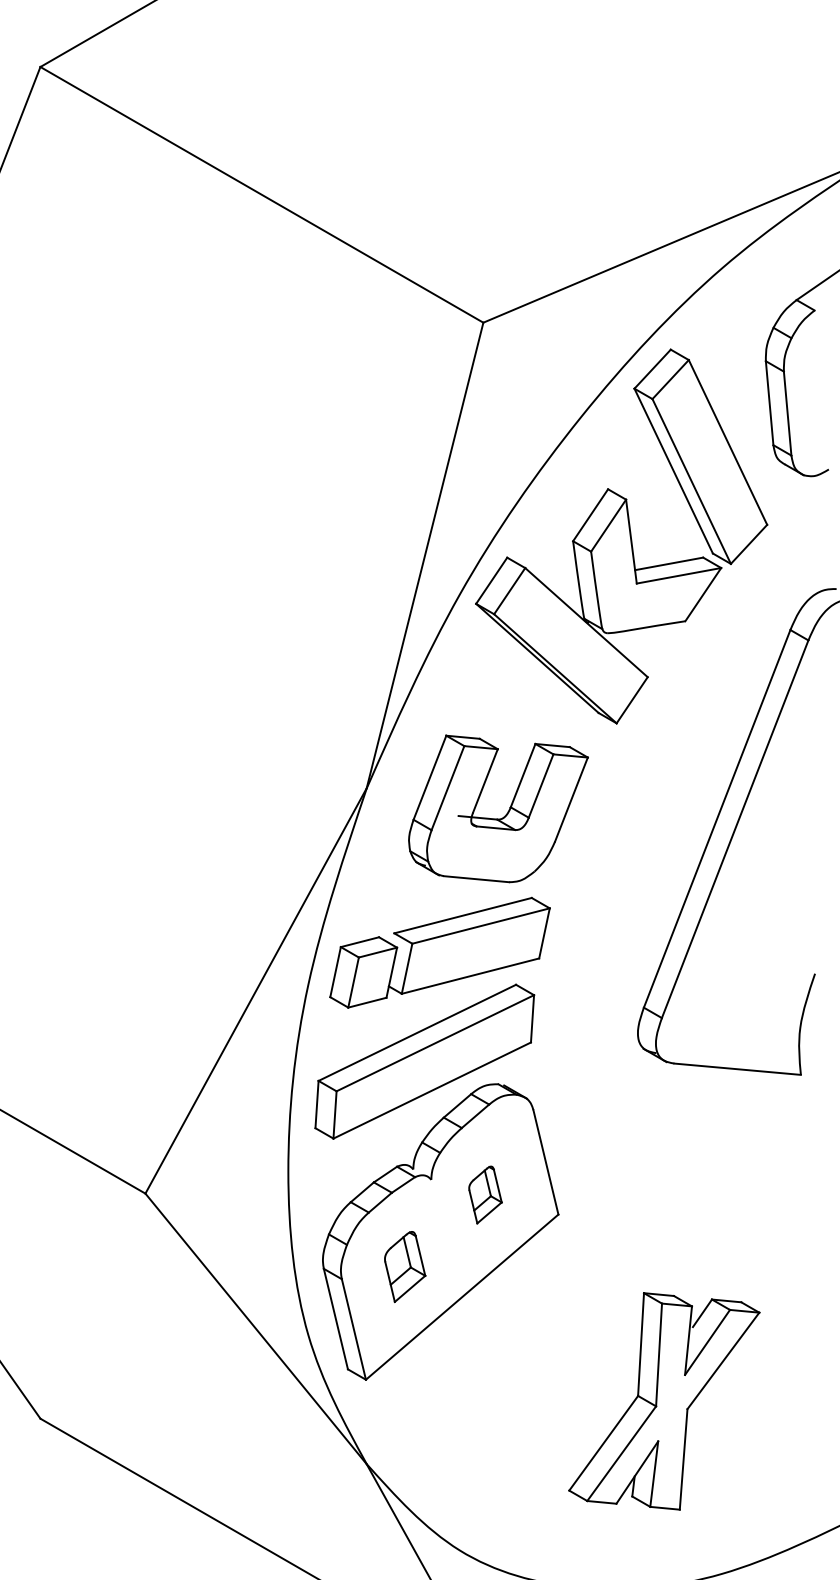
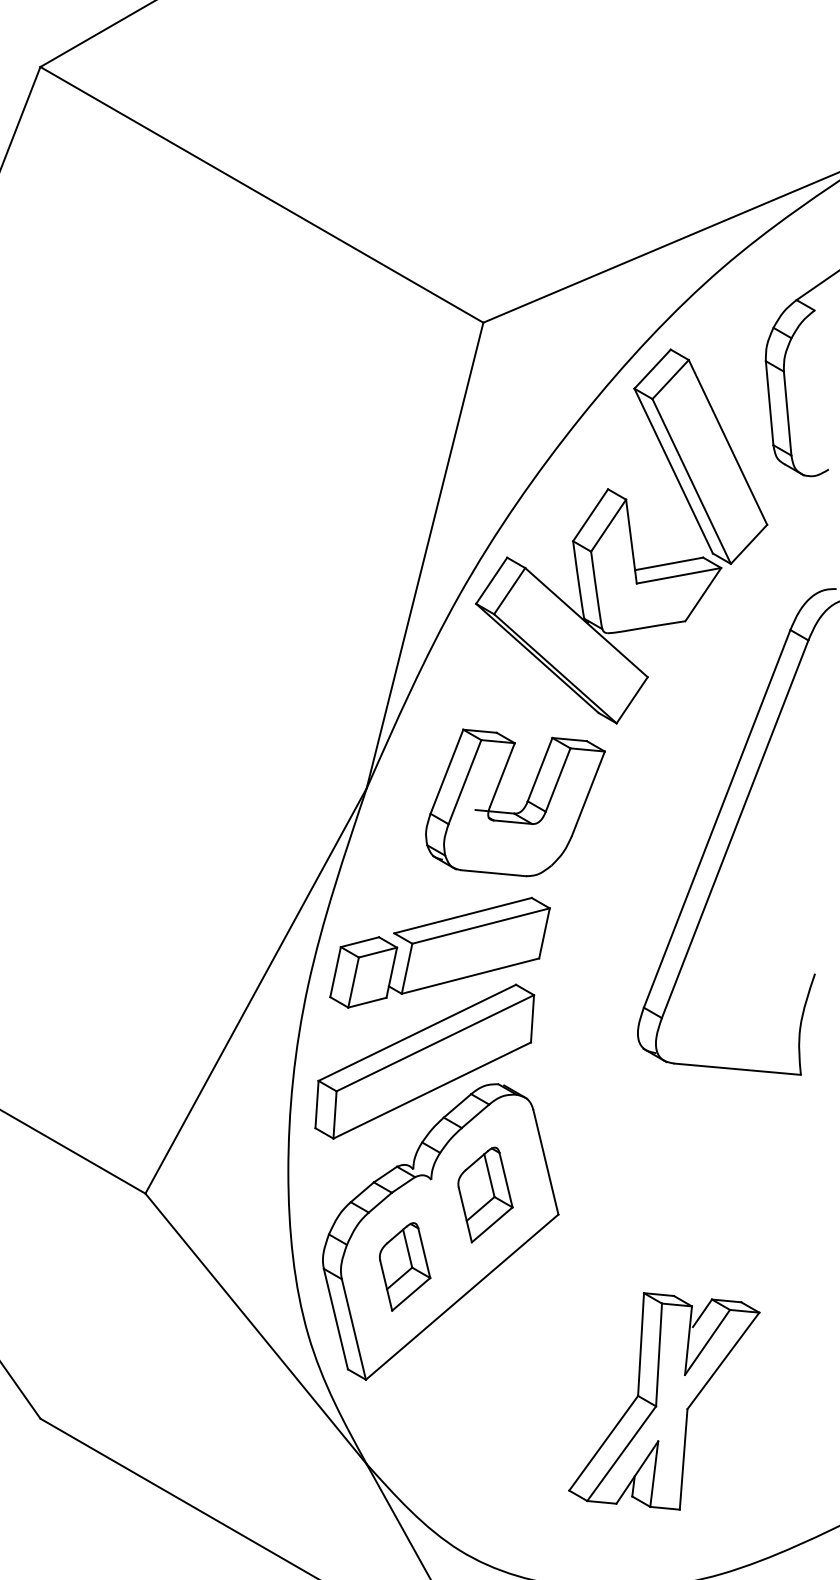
part at (505, 814) position: (505, 814) -> (522, 808)
part at (485, 1194) size: 35x60 px -> 57x98 px
part at (405, 1267) size: 43x73 px -> 53x90 px
